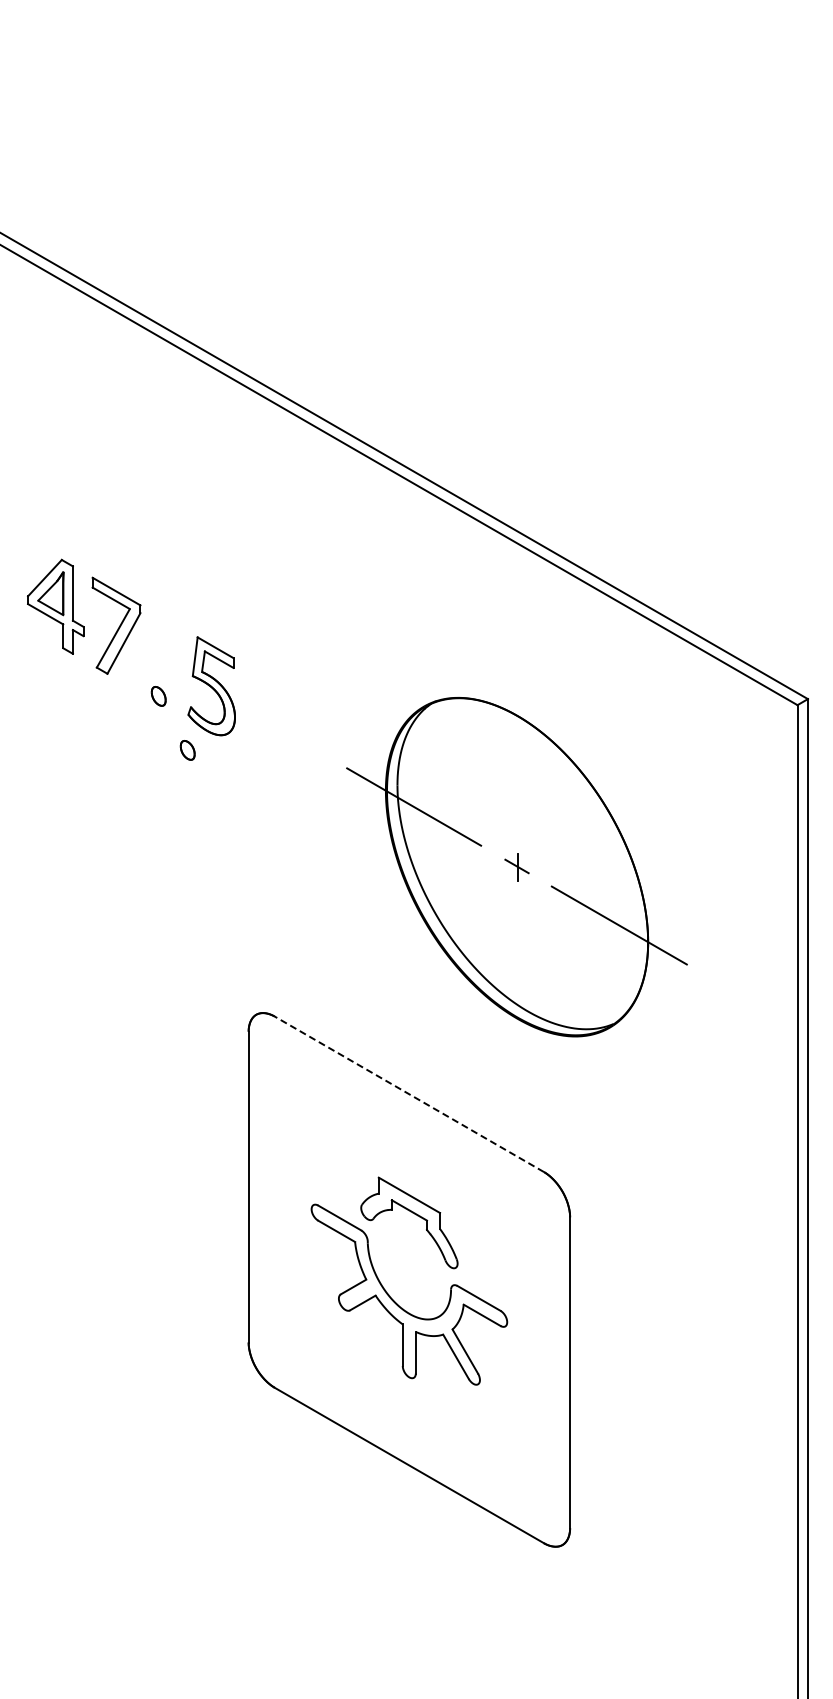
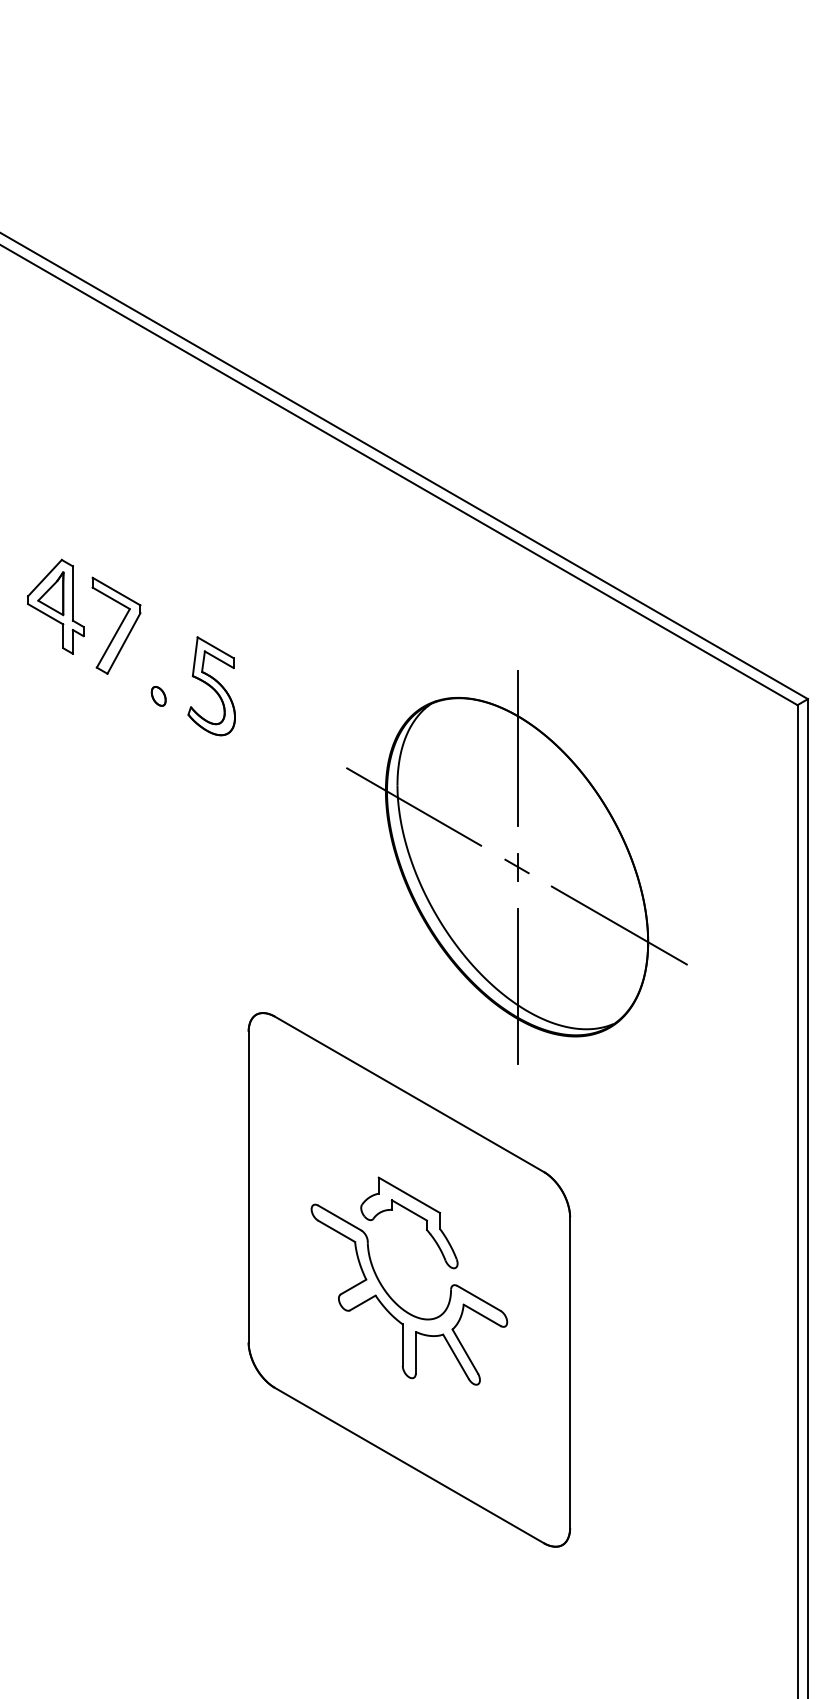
line at (517, 748): none -> present
part at (187, 750): present -> none
line at (517, 985): none -> present
line at (408, 1094): dashed -> solid
